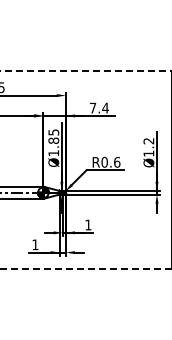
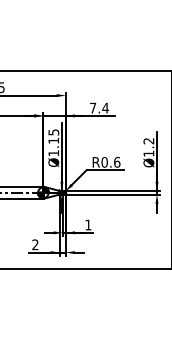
line at (86, 71): dashed -> solid
text at (53, 140): Ø1.85 -> Ø1.15
text at (35, 244): 1 -> 2
line at (85, 268): dashed -> solid
